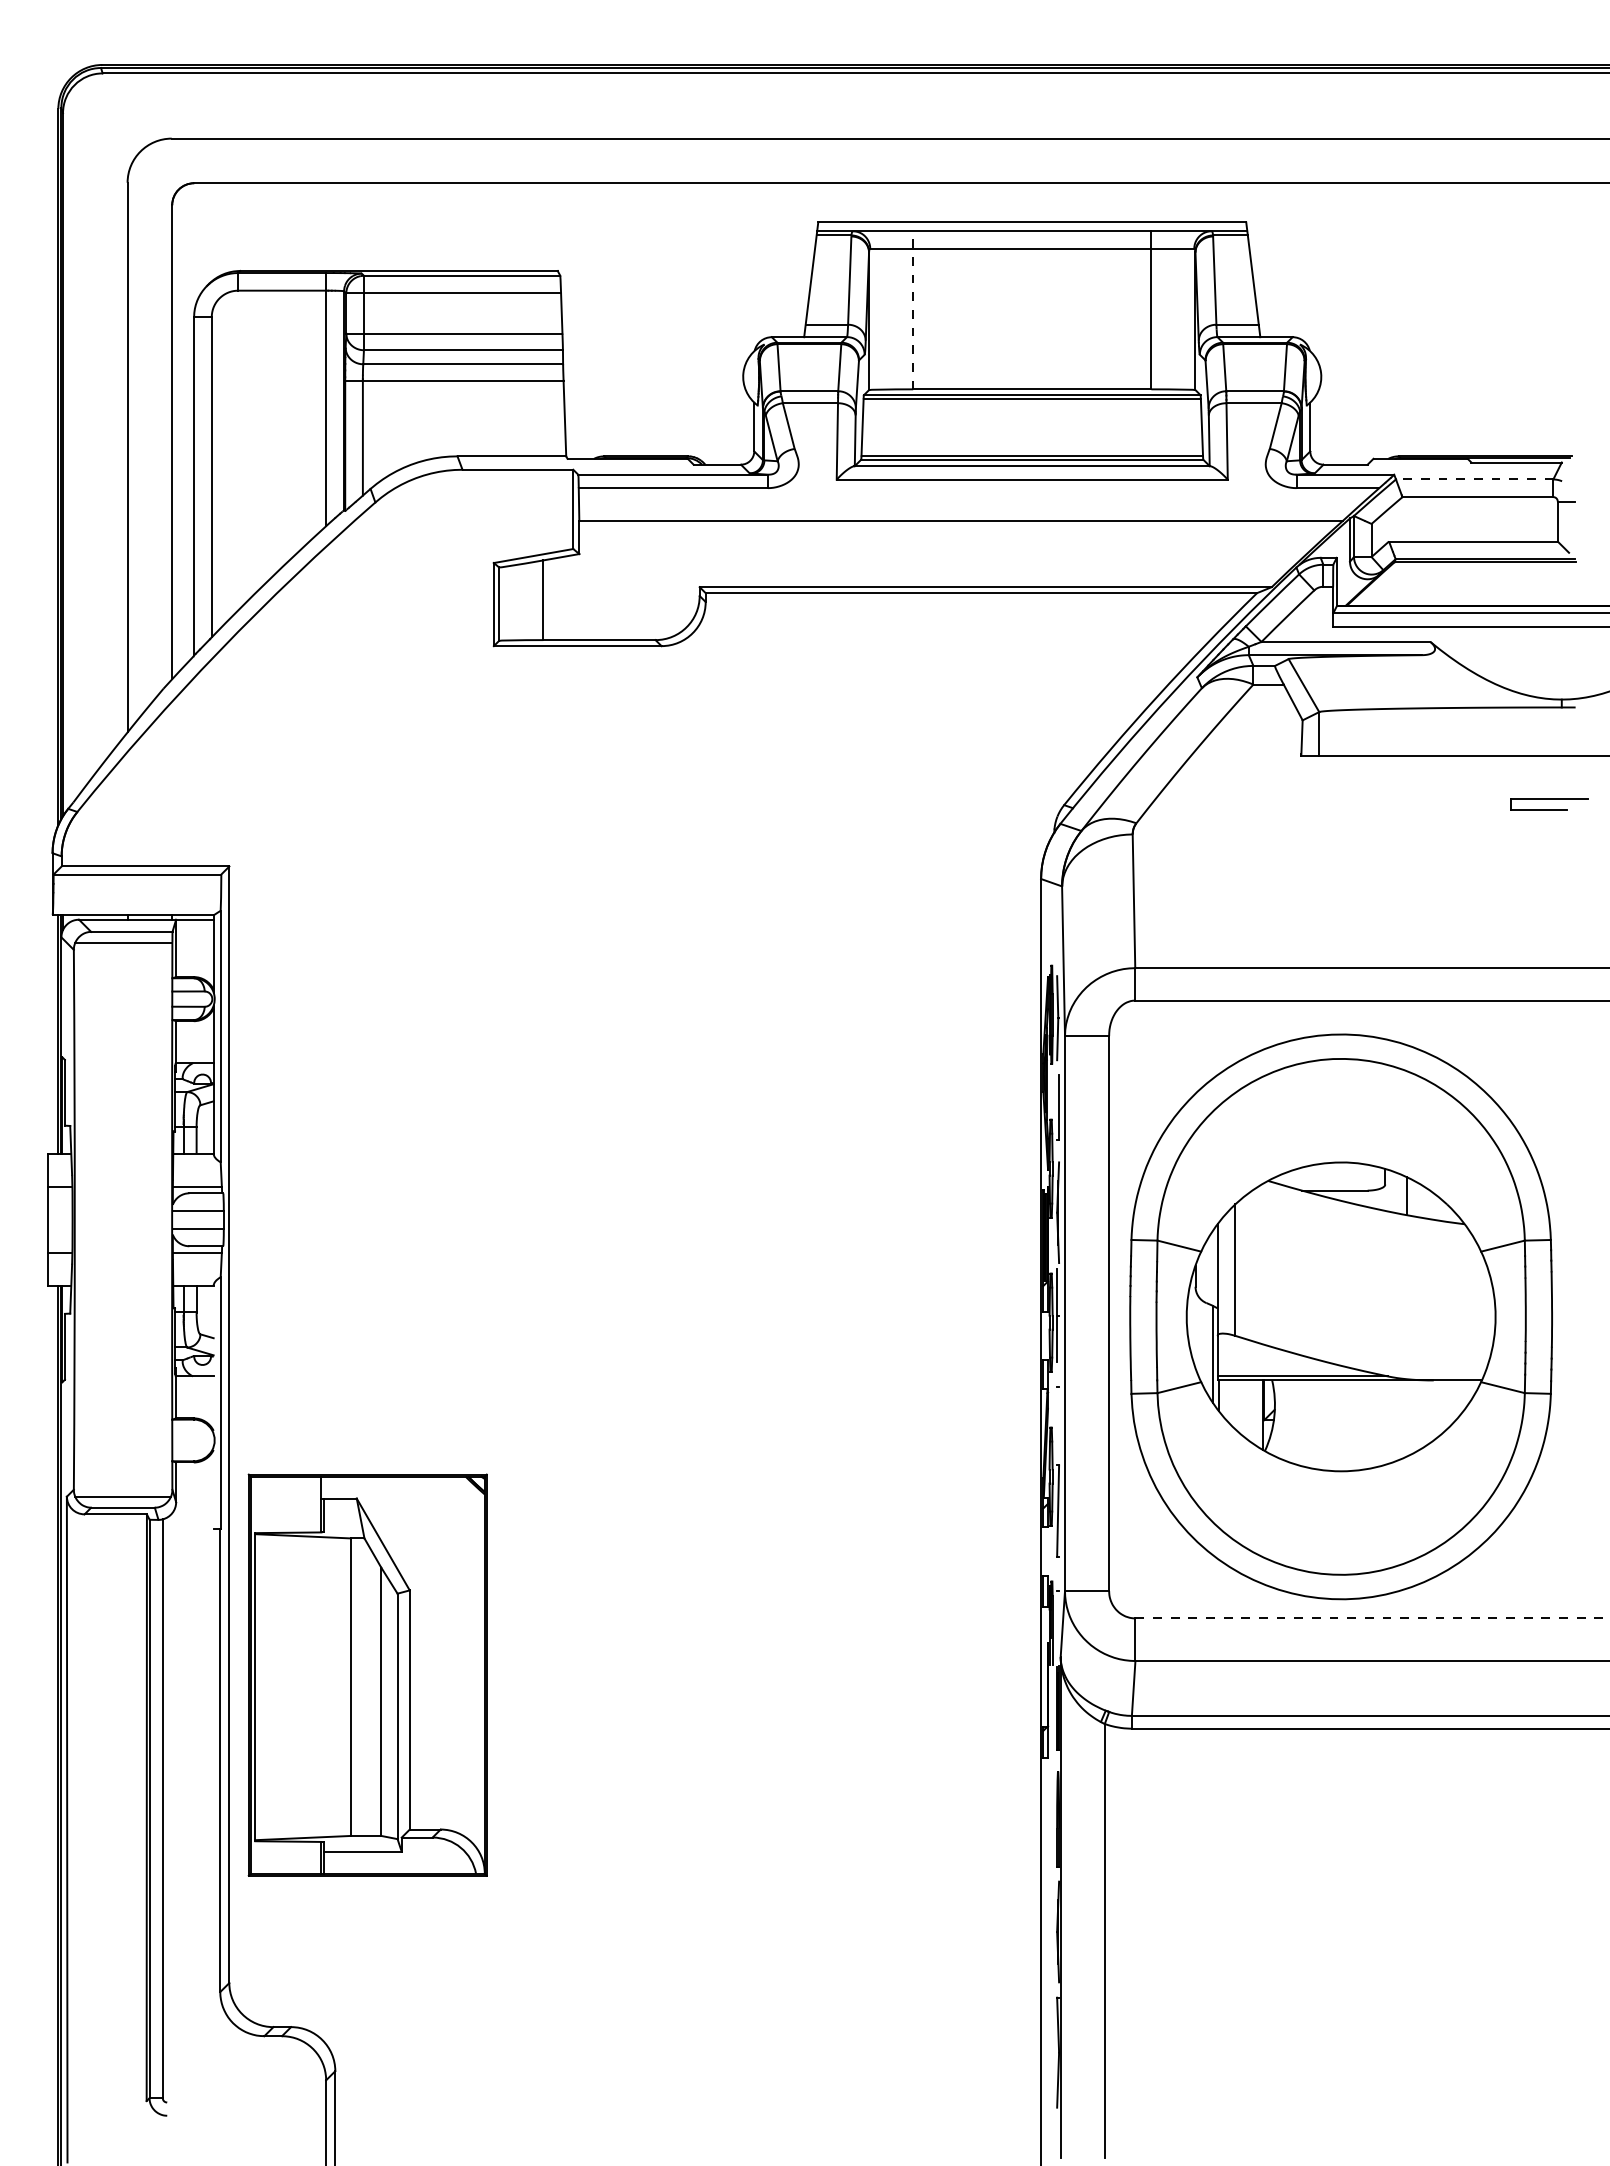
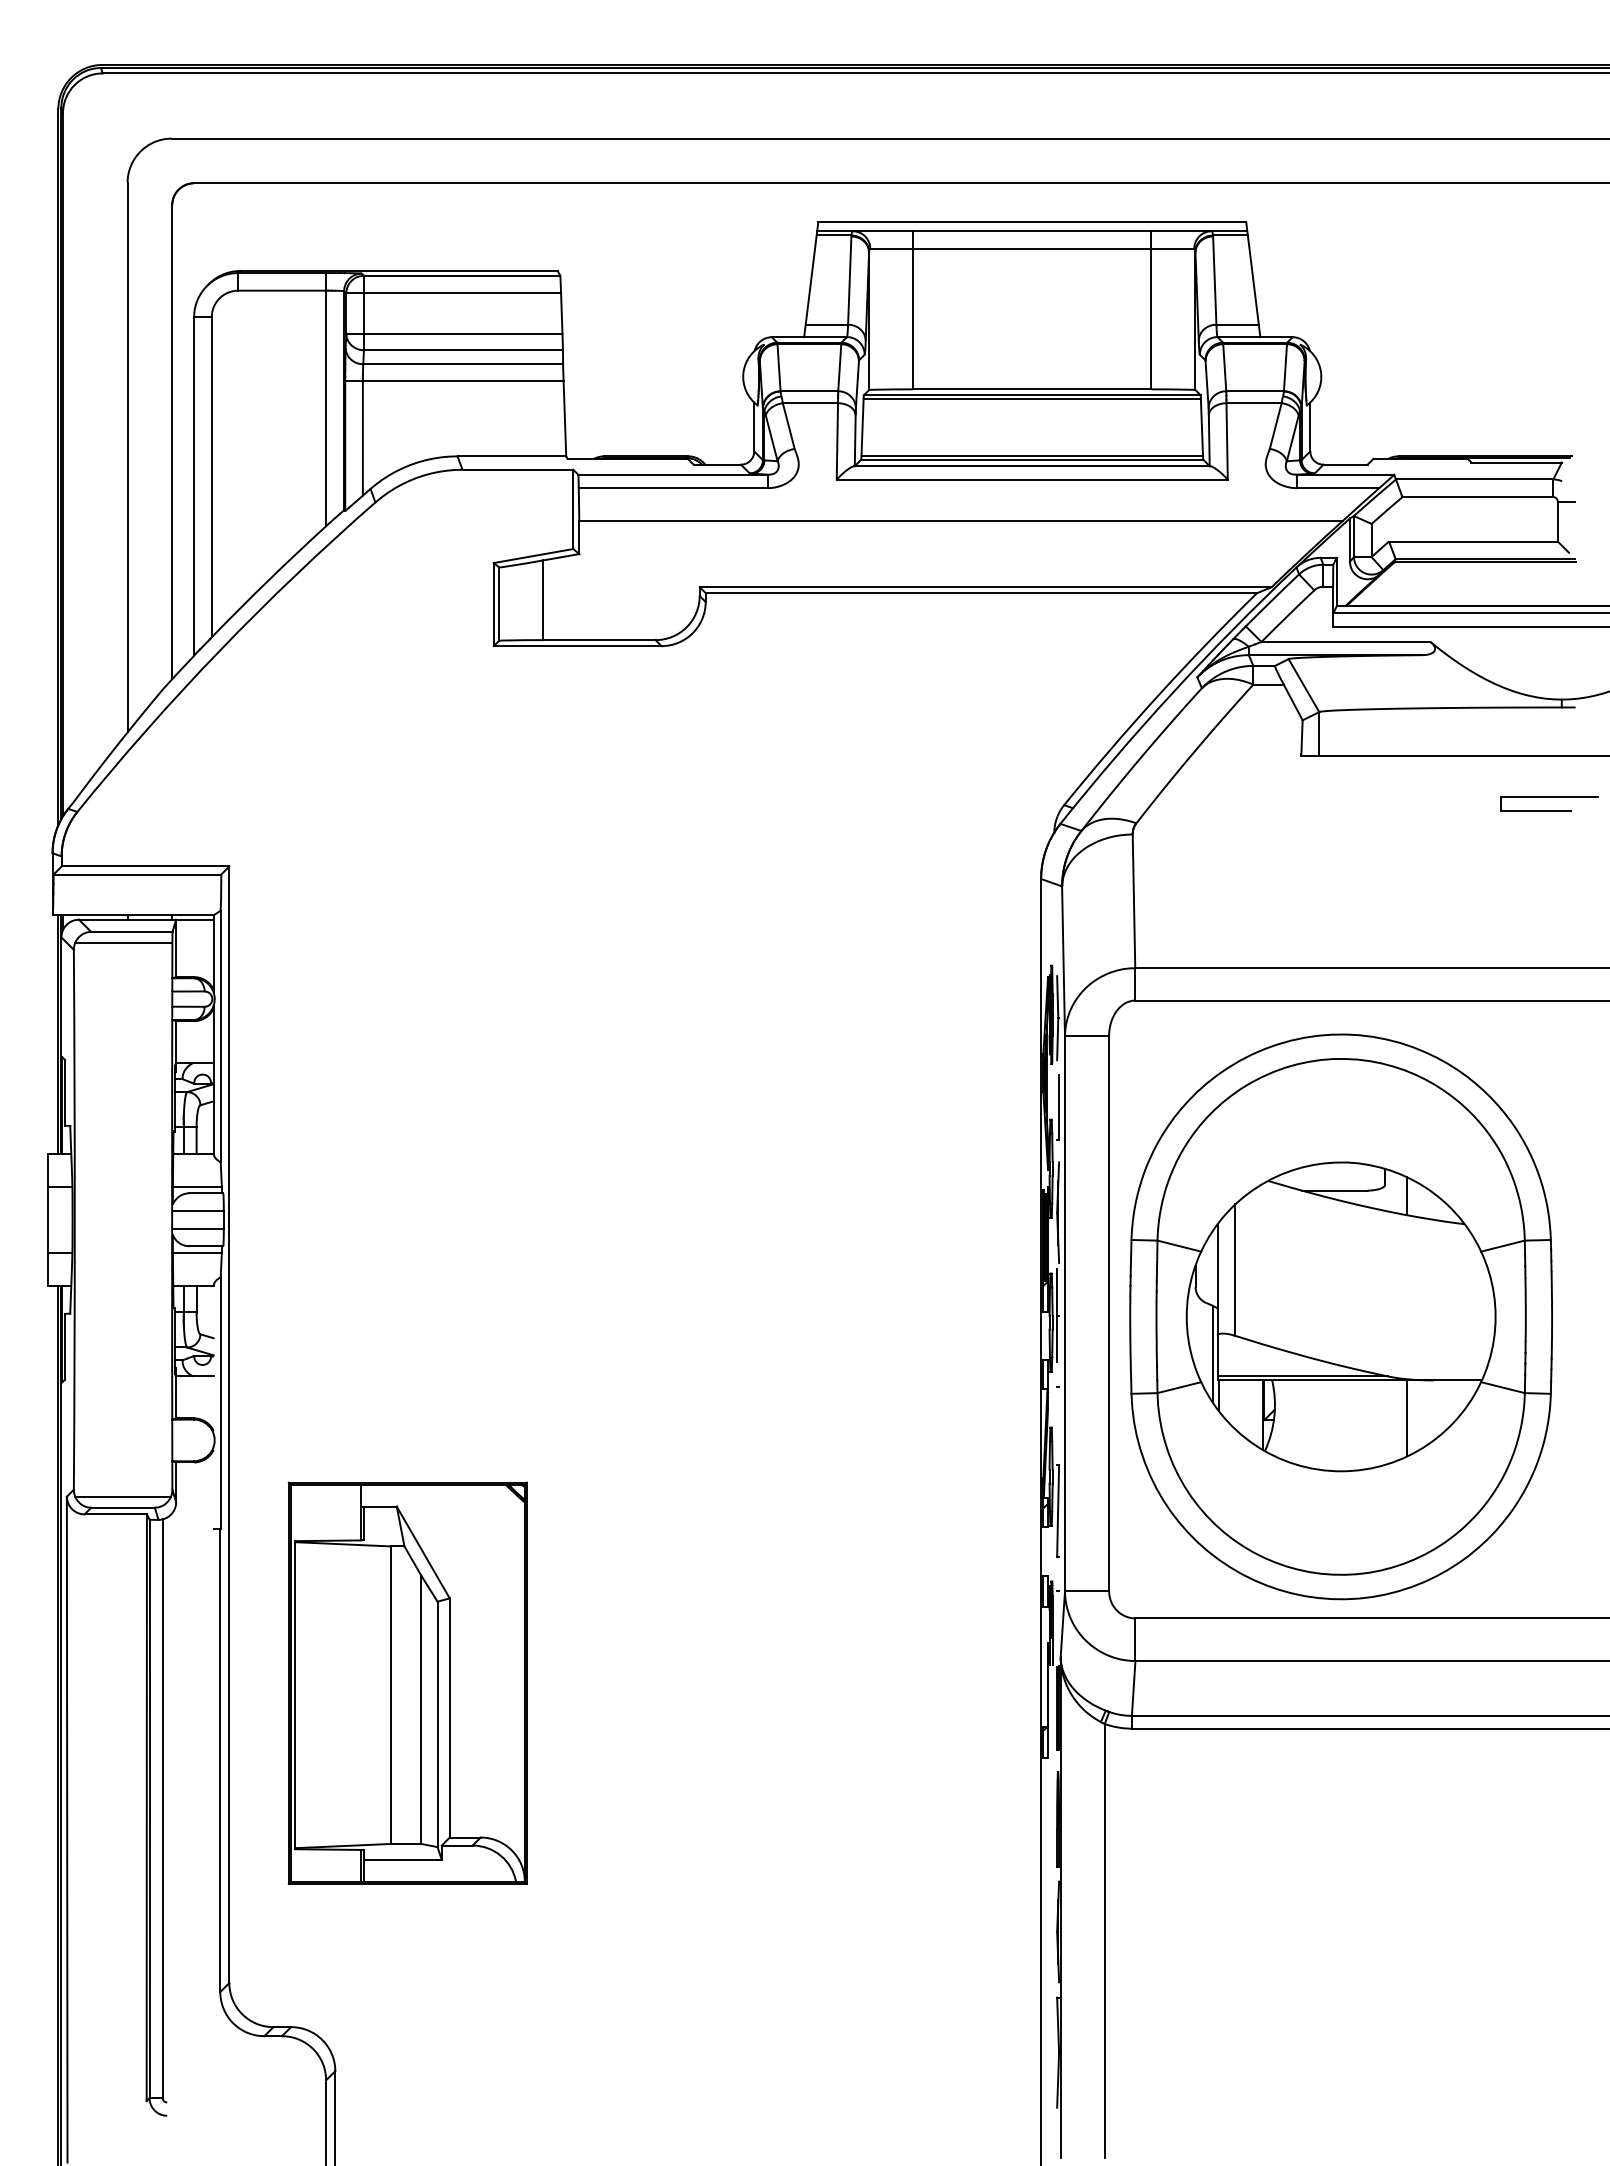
line at (913, 309): dashed -> solid
line at (1474, 479): dashed -> solid
part at (1549, 804) size: 79x13 px -> 99x16 px
line at (1407, 1418): none -> present
line at (1372, 1618): dashed -> solid
part at (367, 1674) position: (367, 1674) -> (407, 1682)
